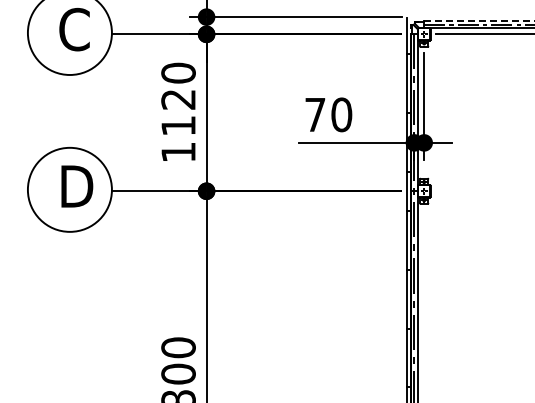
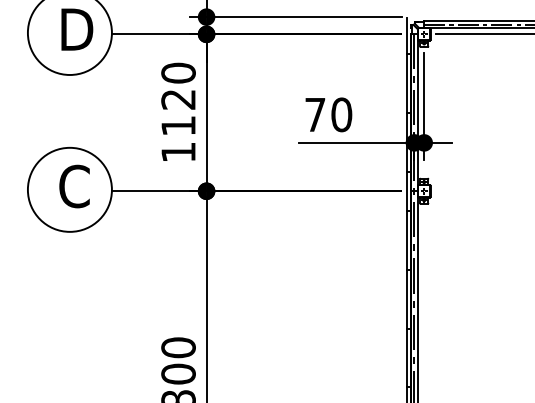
line at (479, 20): dashed -> solid
text at (76, 29): C -> D
text at (76, 186): D -> C
